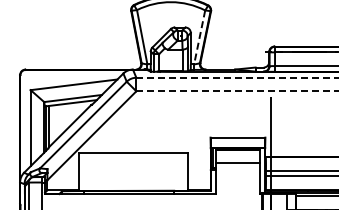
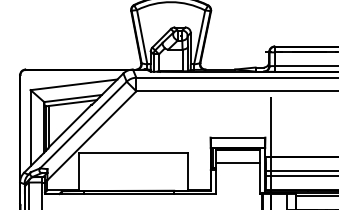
line at (199, 37): dashed -> solid
line at (238, 77): dashed -> solid
line at (238, 91): dashed -> solid
